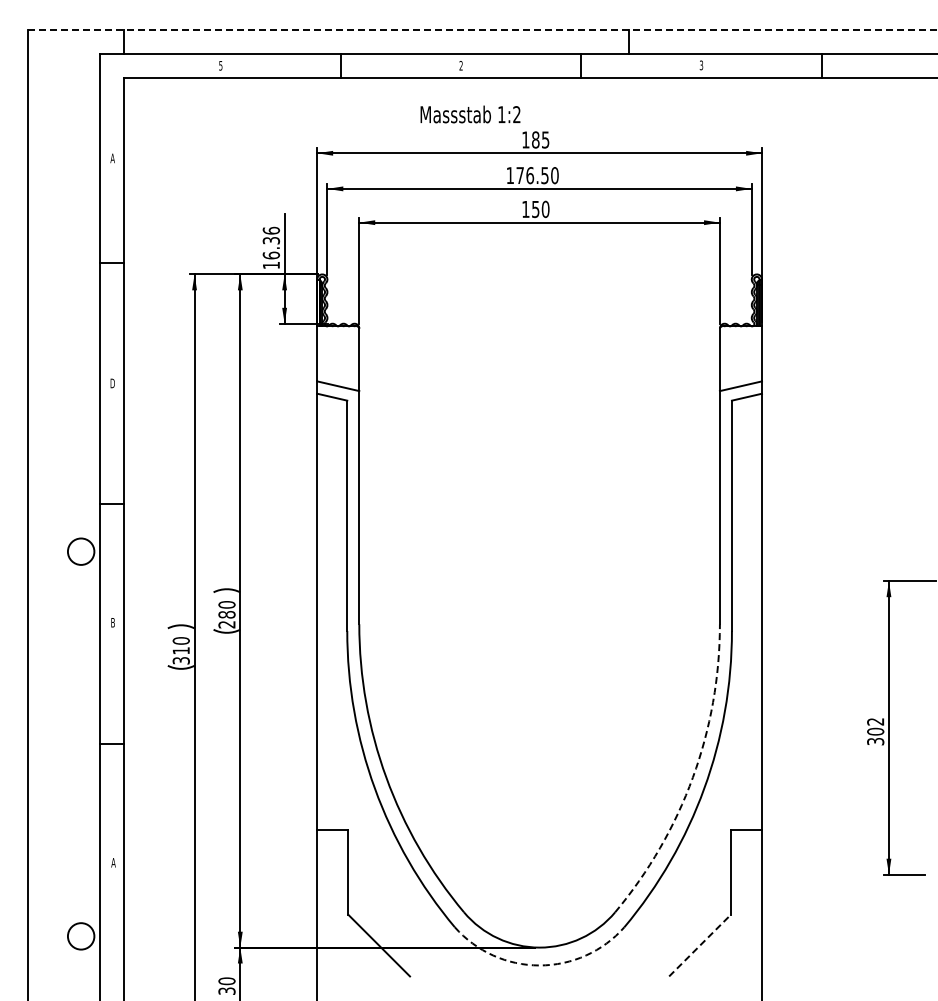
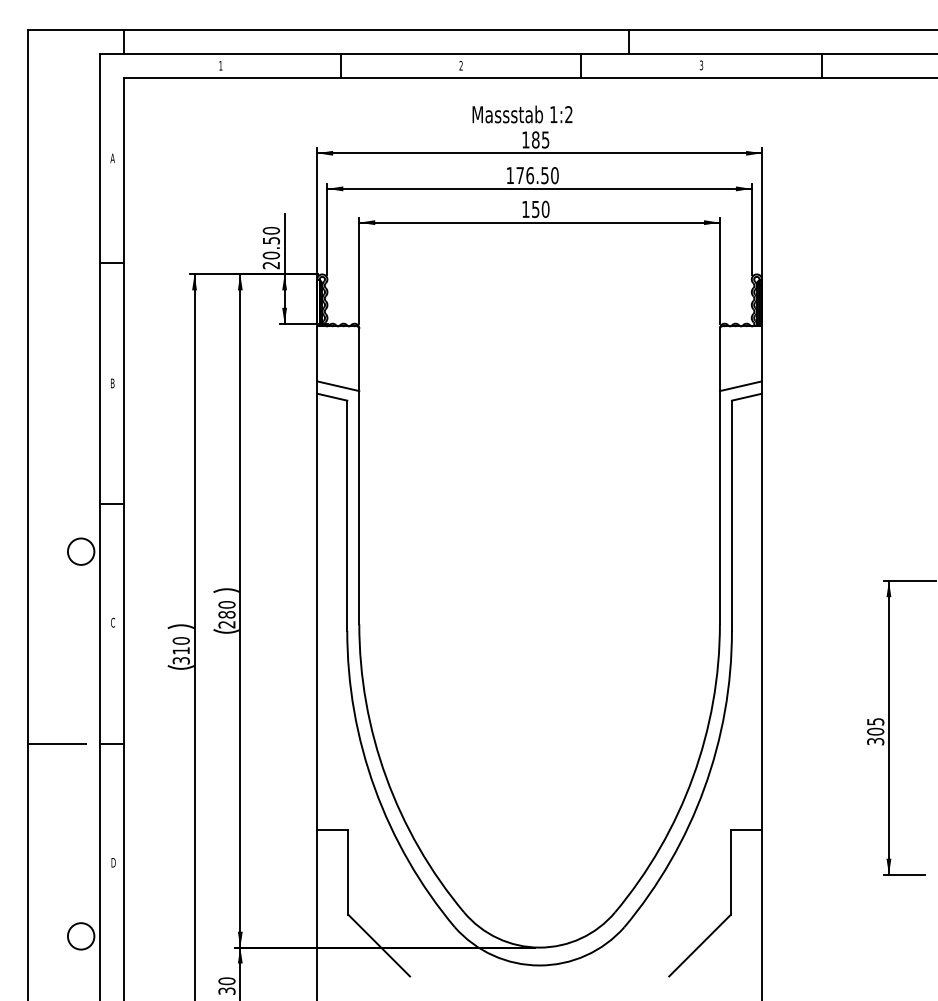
line at (483, 30): dashed -> solid
text at (220, 65): 5 -> 1
text at (470, 114) position: (470, 114) -> (522, 114)
text at (270, 247): 16.36 -> 20.50
text at (112, 382): D -> B
text at (113, 622): B -> C
text at (875, 721): 302 -> 305
line at (56, 744): none -> present
arc at (692, 777): dashed -> solid
text at (113, 862): A -> D
line at (699, 945): dashed -> solid
arc at (539, 965): dashed -> solid
